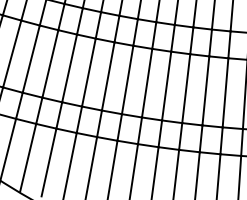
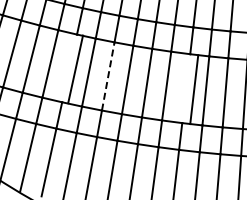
line at (69, 68) position: (69, 68) -> (75, 69)
line at (108, 76): solid -> dashed
line at (186, 88) position: (186, 88) -> (194, 89)
